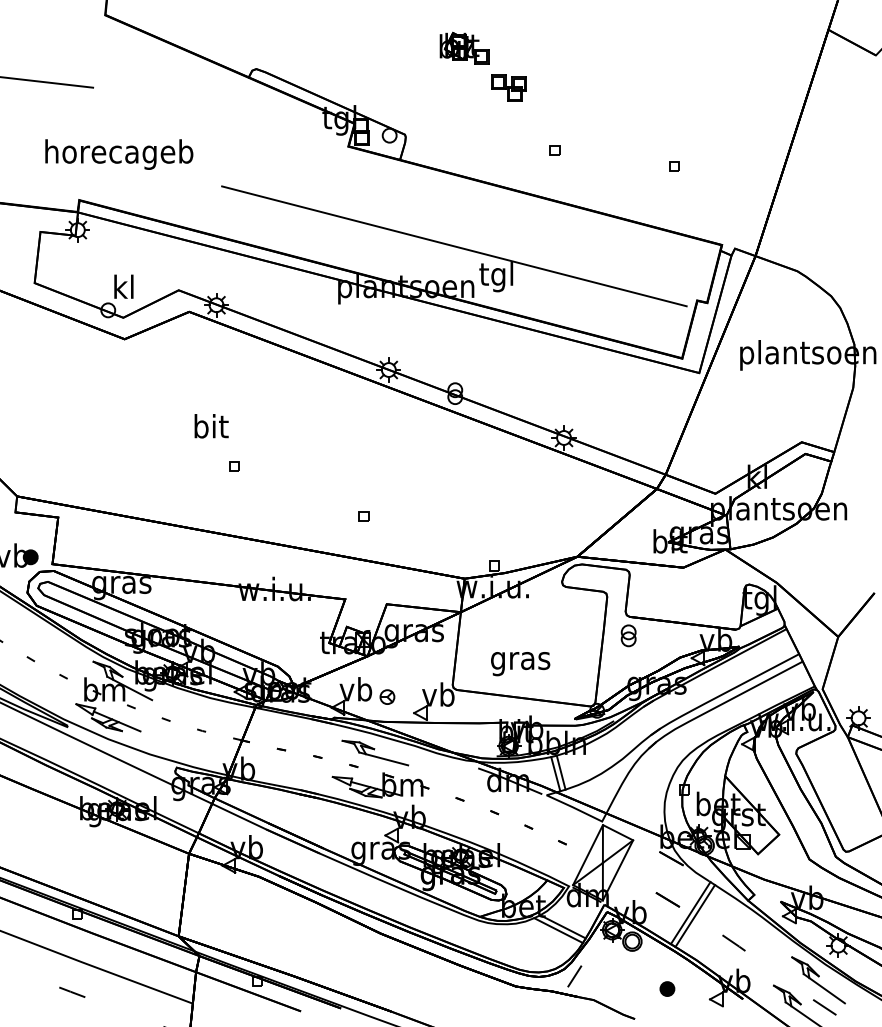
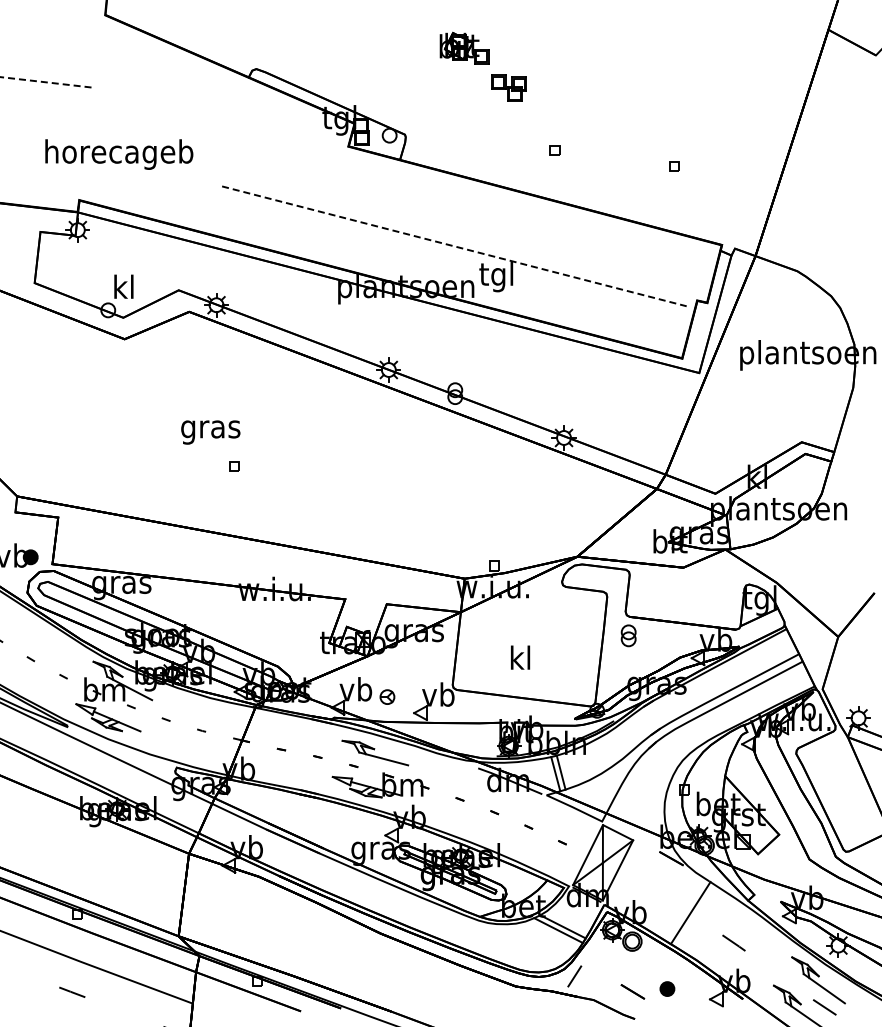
line at (47, 82): solid -> dashed
line at (454, 246): solid -> dashed
text at (210, 429): bit -> gras
part at (363, 516): present -> none
text at (520, 660): gras -> kl
line at (667, 899) position: (667, 899) -> (632, 991)
line at (695, 915): present -> none
